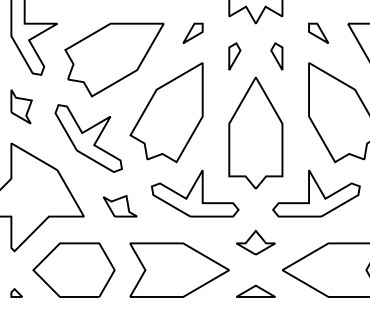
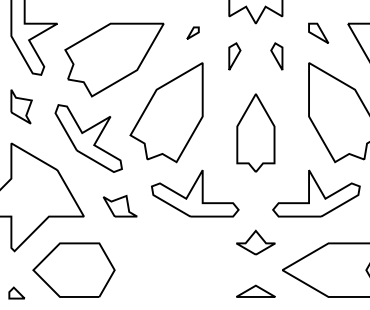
part at (192, 32) size: 22x22 px -> 14x14 px
part at (255, 132) size: 56x114 px -> 40x80 px
part at (179, 269): present -> none
part at (16, 292) size: 13x10 px -> 18x14 px
